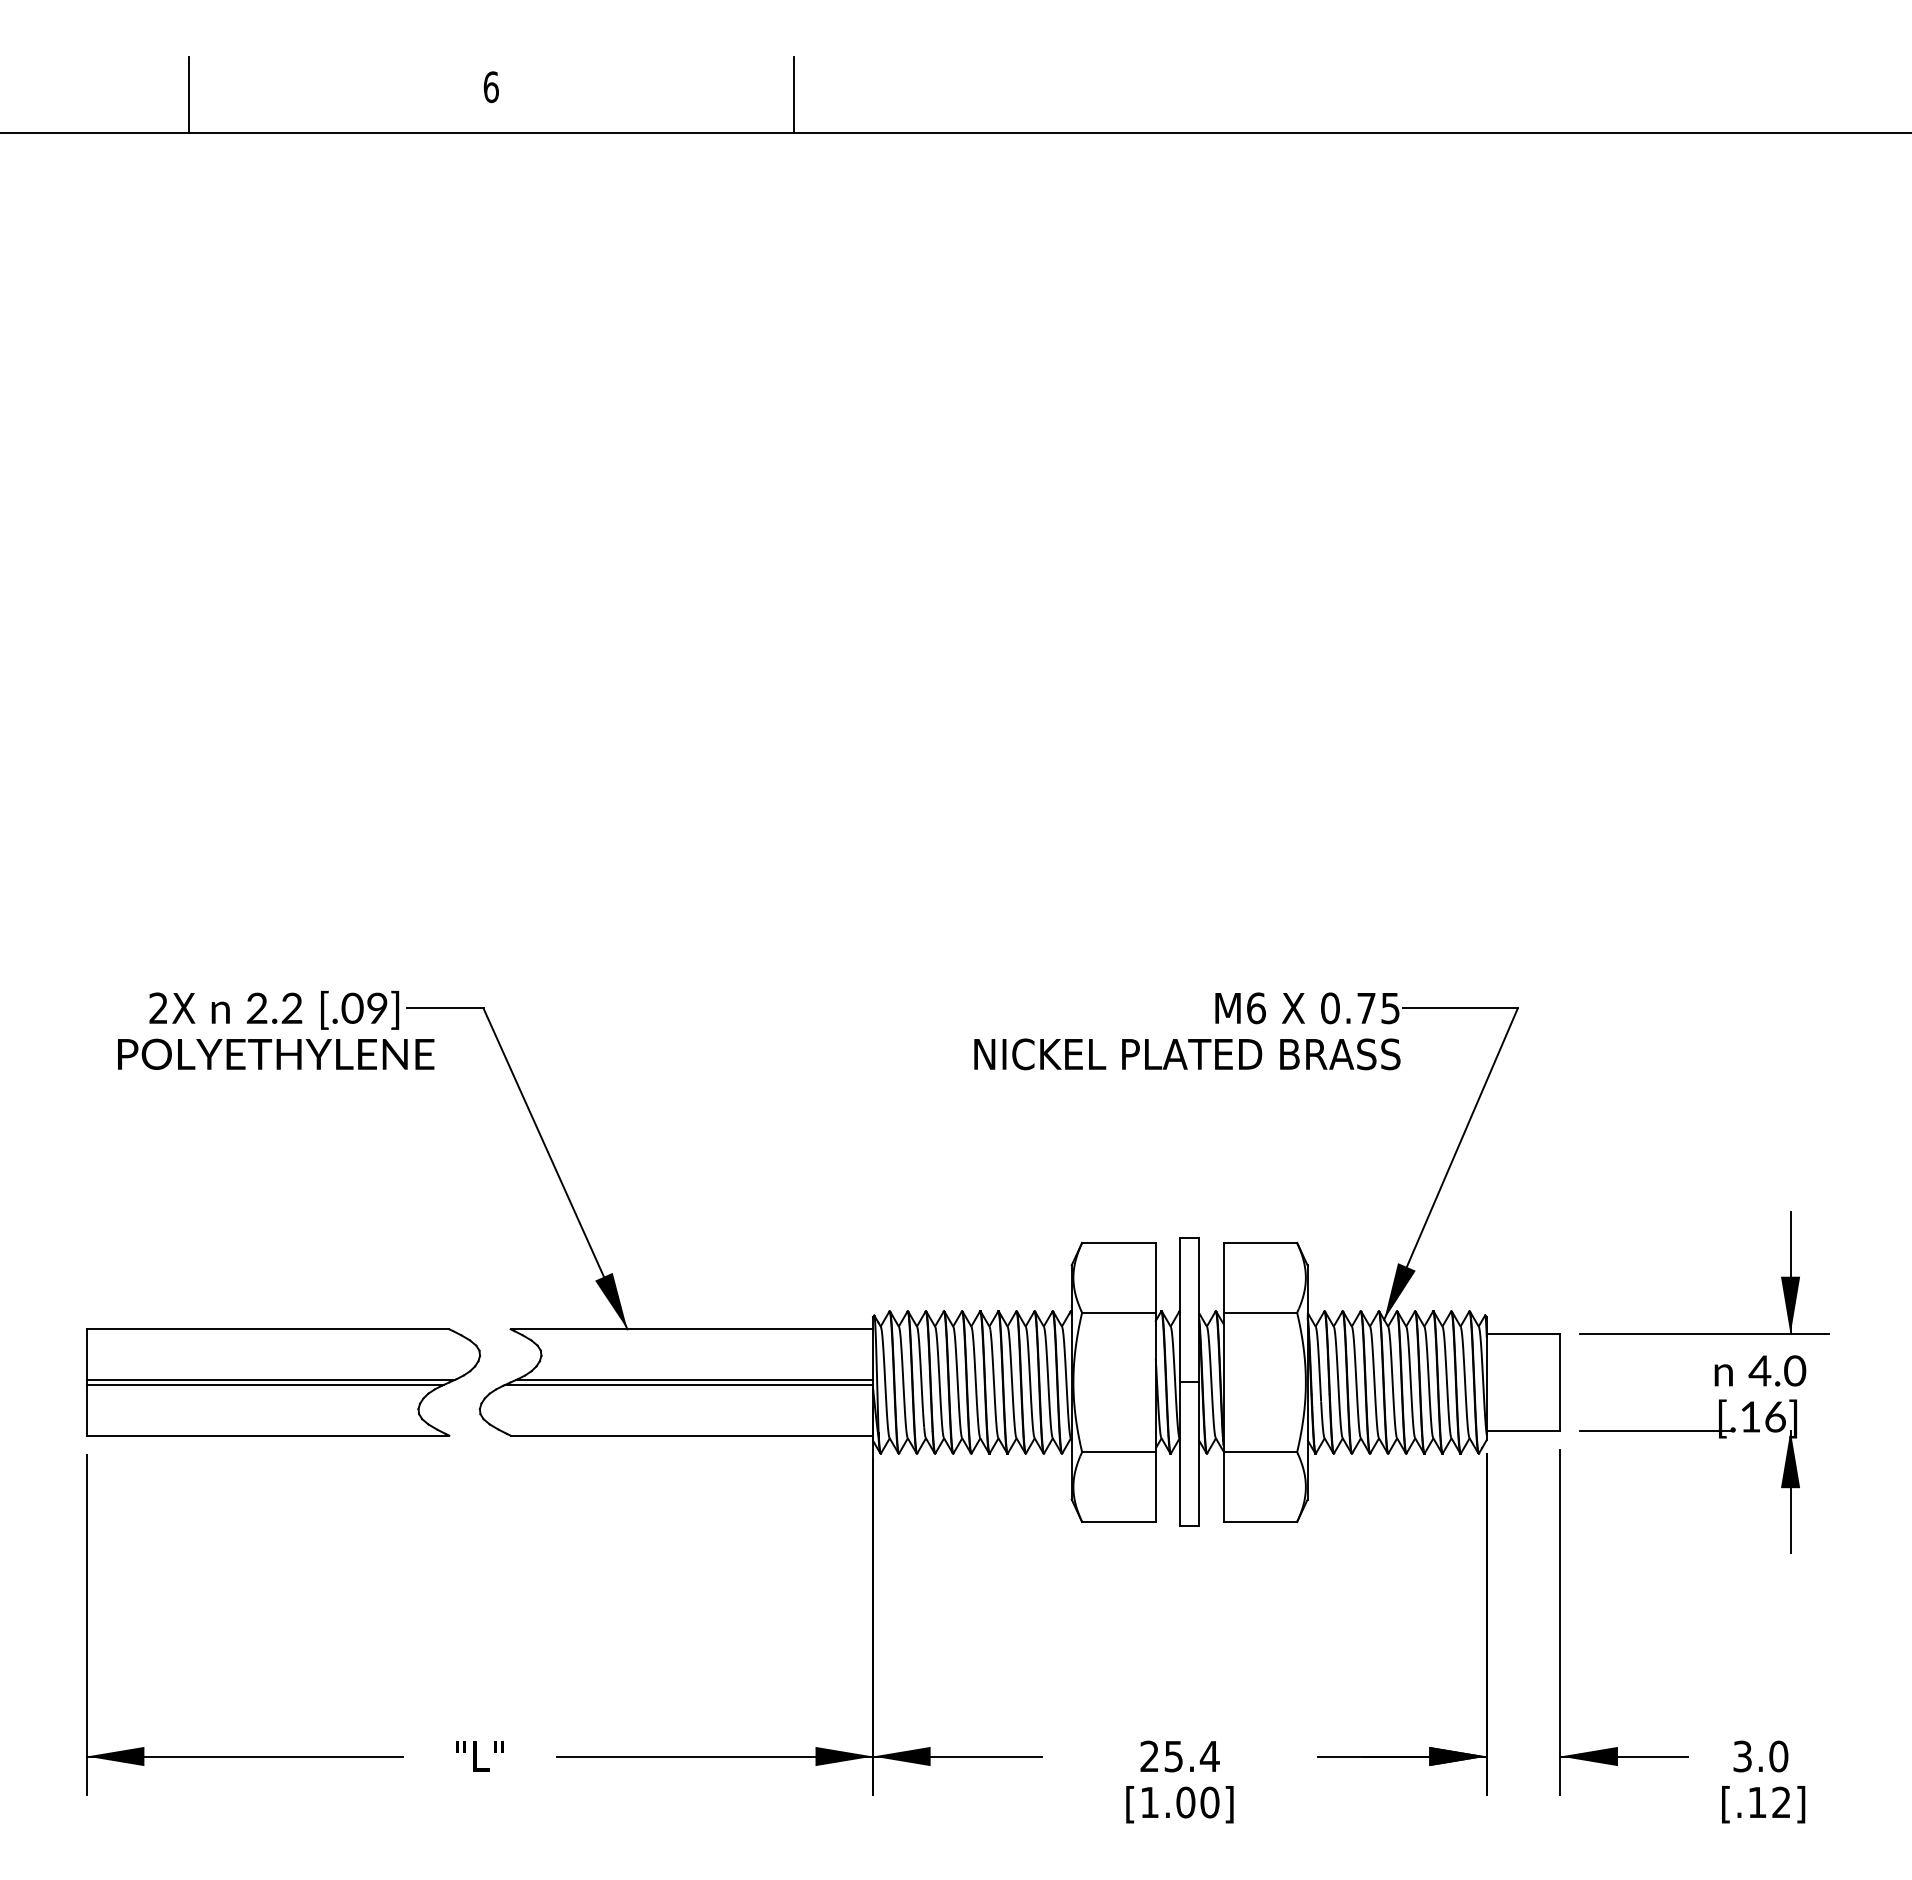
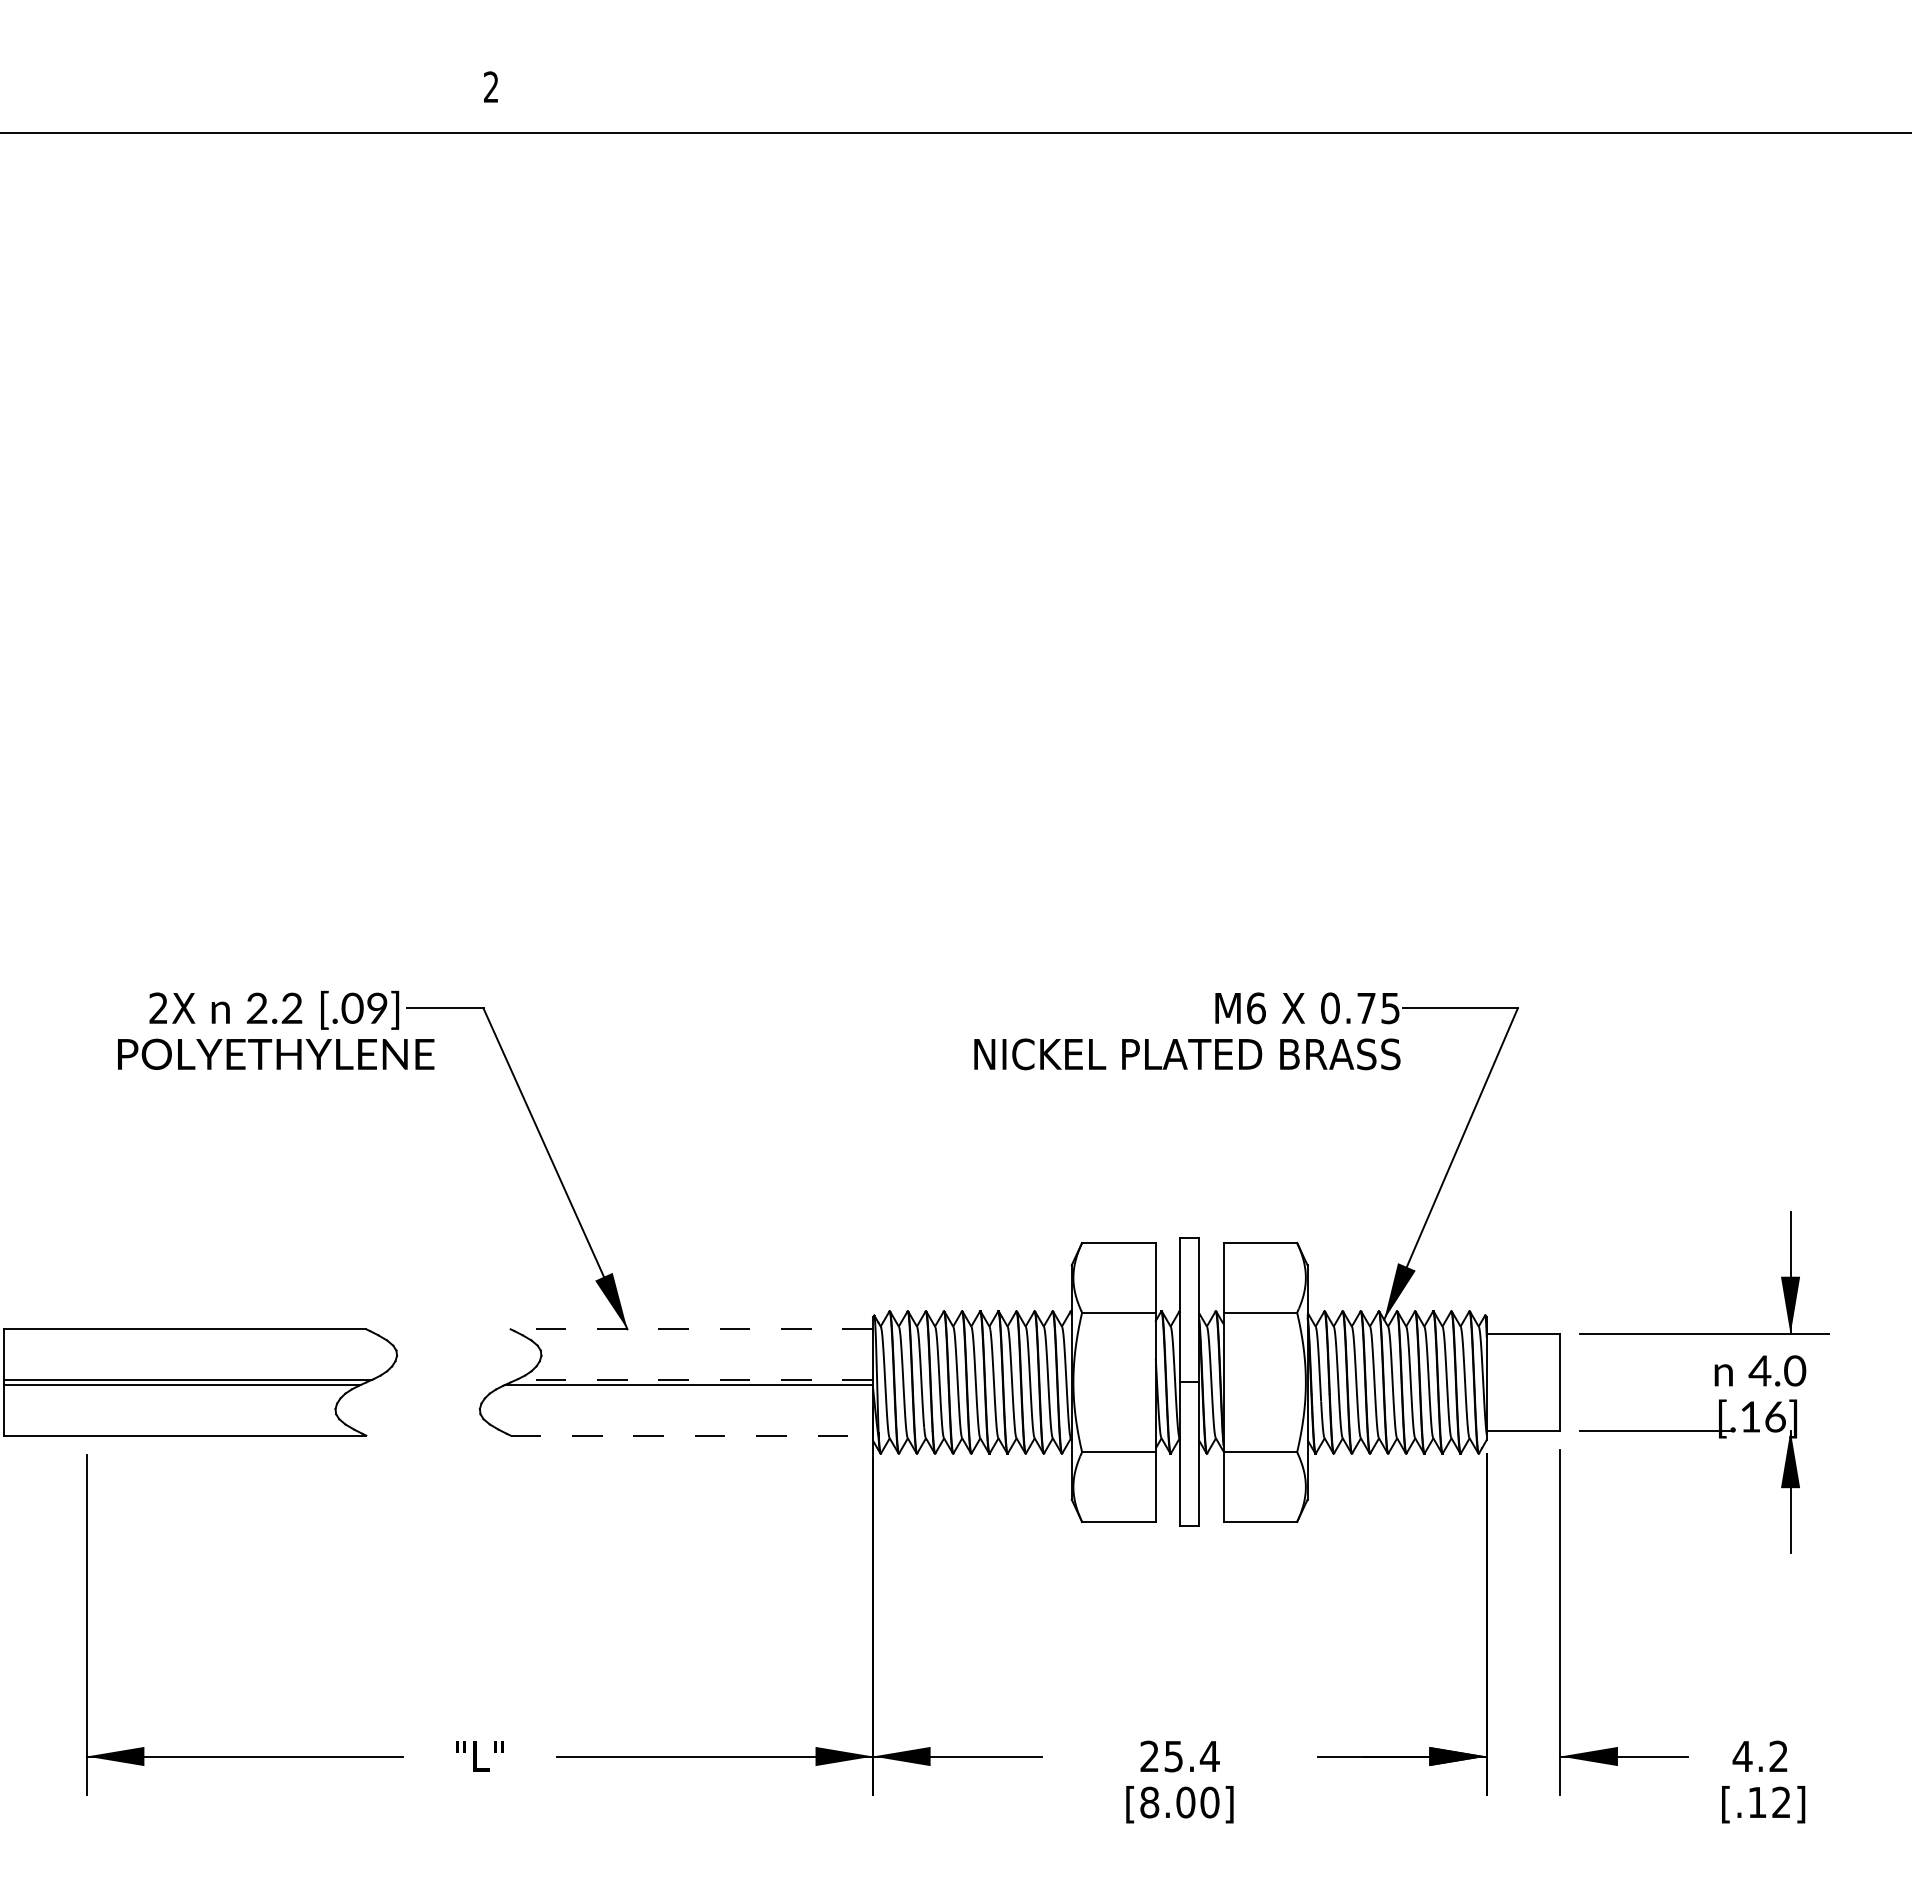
text at (490, 87): 6 -> 2
line at (189, 94): present -> none
line at (793, 94): present -> none
line at (691, 1329): solid -> dashed
line at (694, 1380): solid -> dashed
part at (283, 1382) position: (283, 1382) -> (200, 1382)
line at (692, 1435): solid -> dashed
text at (1760, 1756): 3.0 -> 4.2
text at (1149, 1802): [1.00] -> [8.00]
